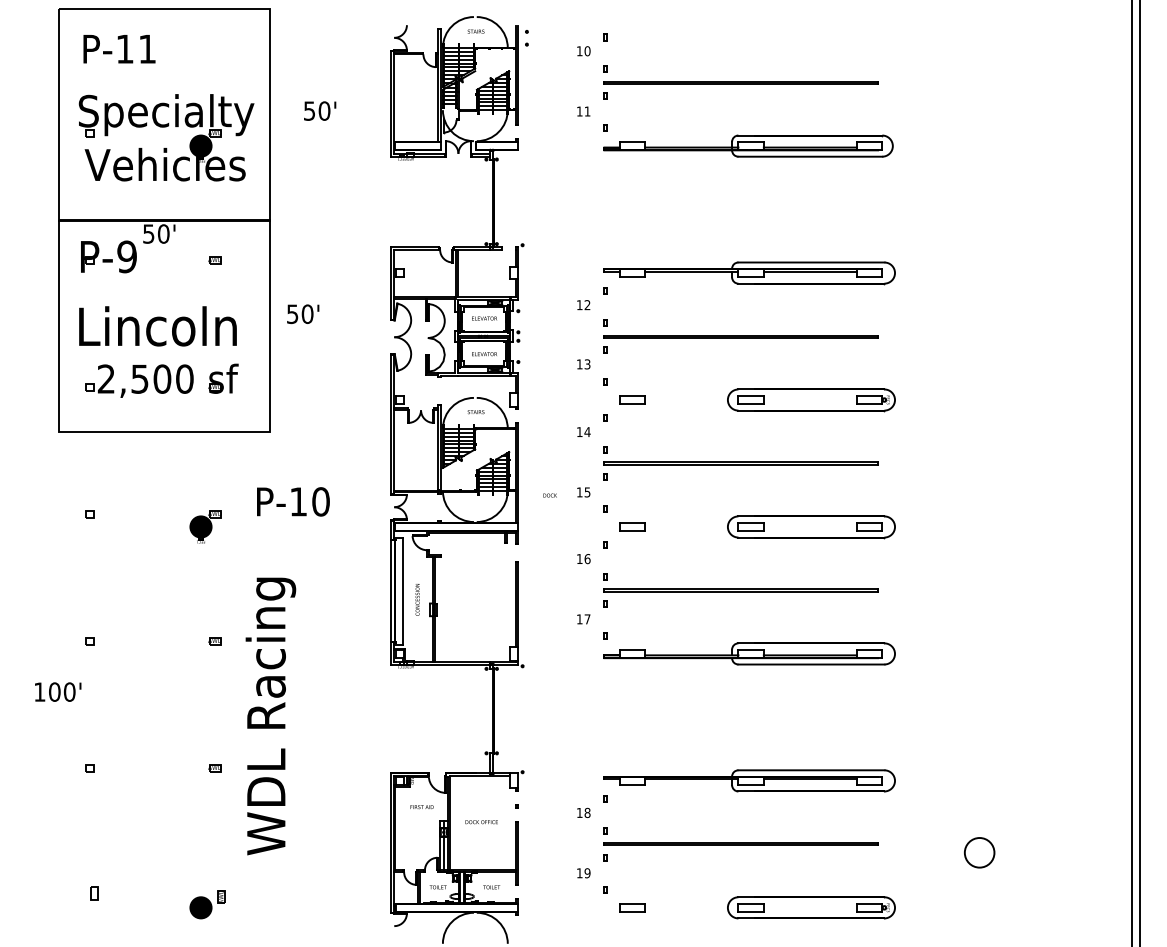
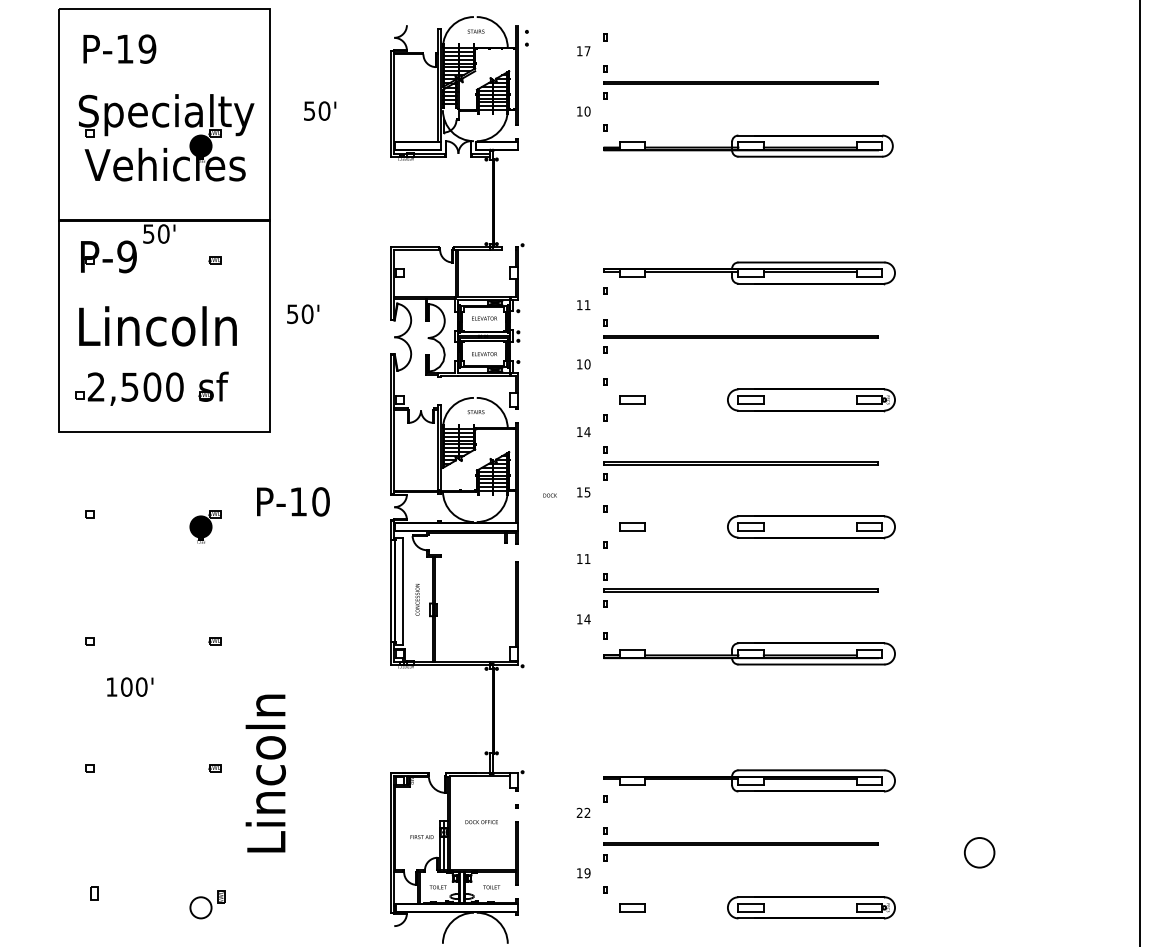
text at (147, 48): P-11 -> P-19
text at (587, 51): 10 -> 17
text at (587, 111): 11 -> 10
text at (587, 304): 12 -> 11
text at (587, 364): 13 -> 10
part at (161, 380) position: (161, 380) -> (151, 388)
line at (1131, 472): present -> none
text at (587, 559): 16 -> 11
text at (587, 619): 17 -> 14
text at (58, 691) position: (58, 691) -> (130, 686)
text at (270, 716): WDL Racing -> Lincoln
text at (421, 807) position: (421, 807) -> (421, 837)
text at (583, 812): 18 -> 22
fill at (200, 907): present -> none
